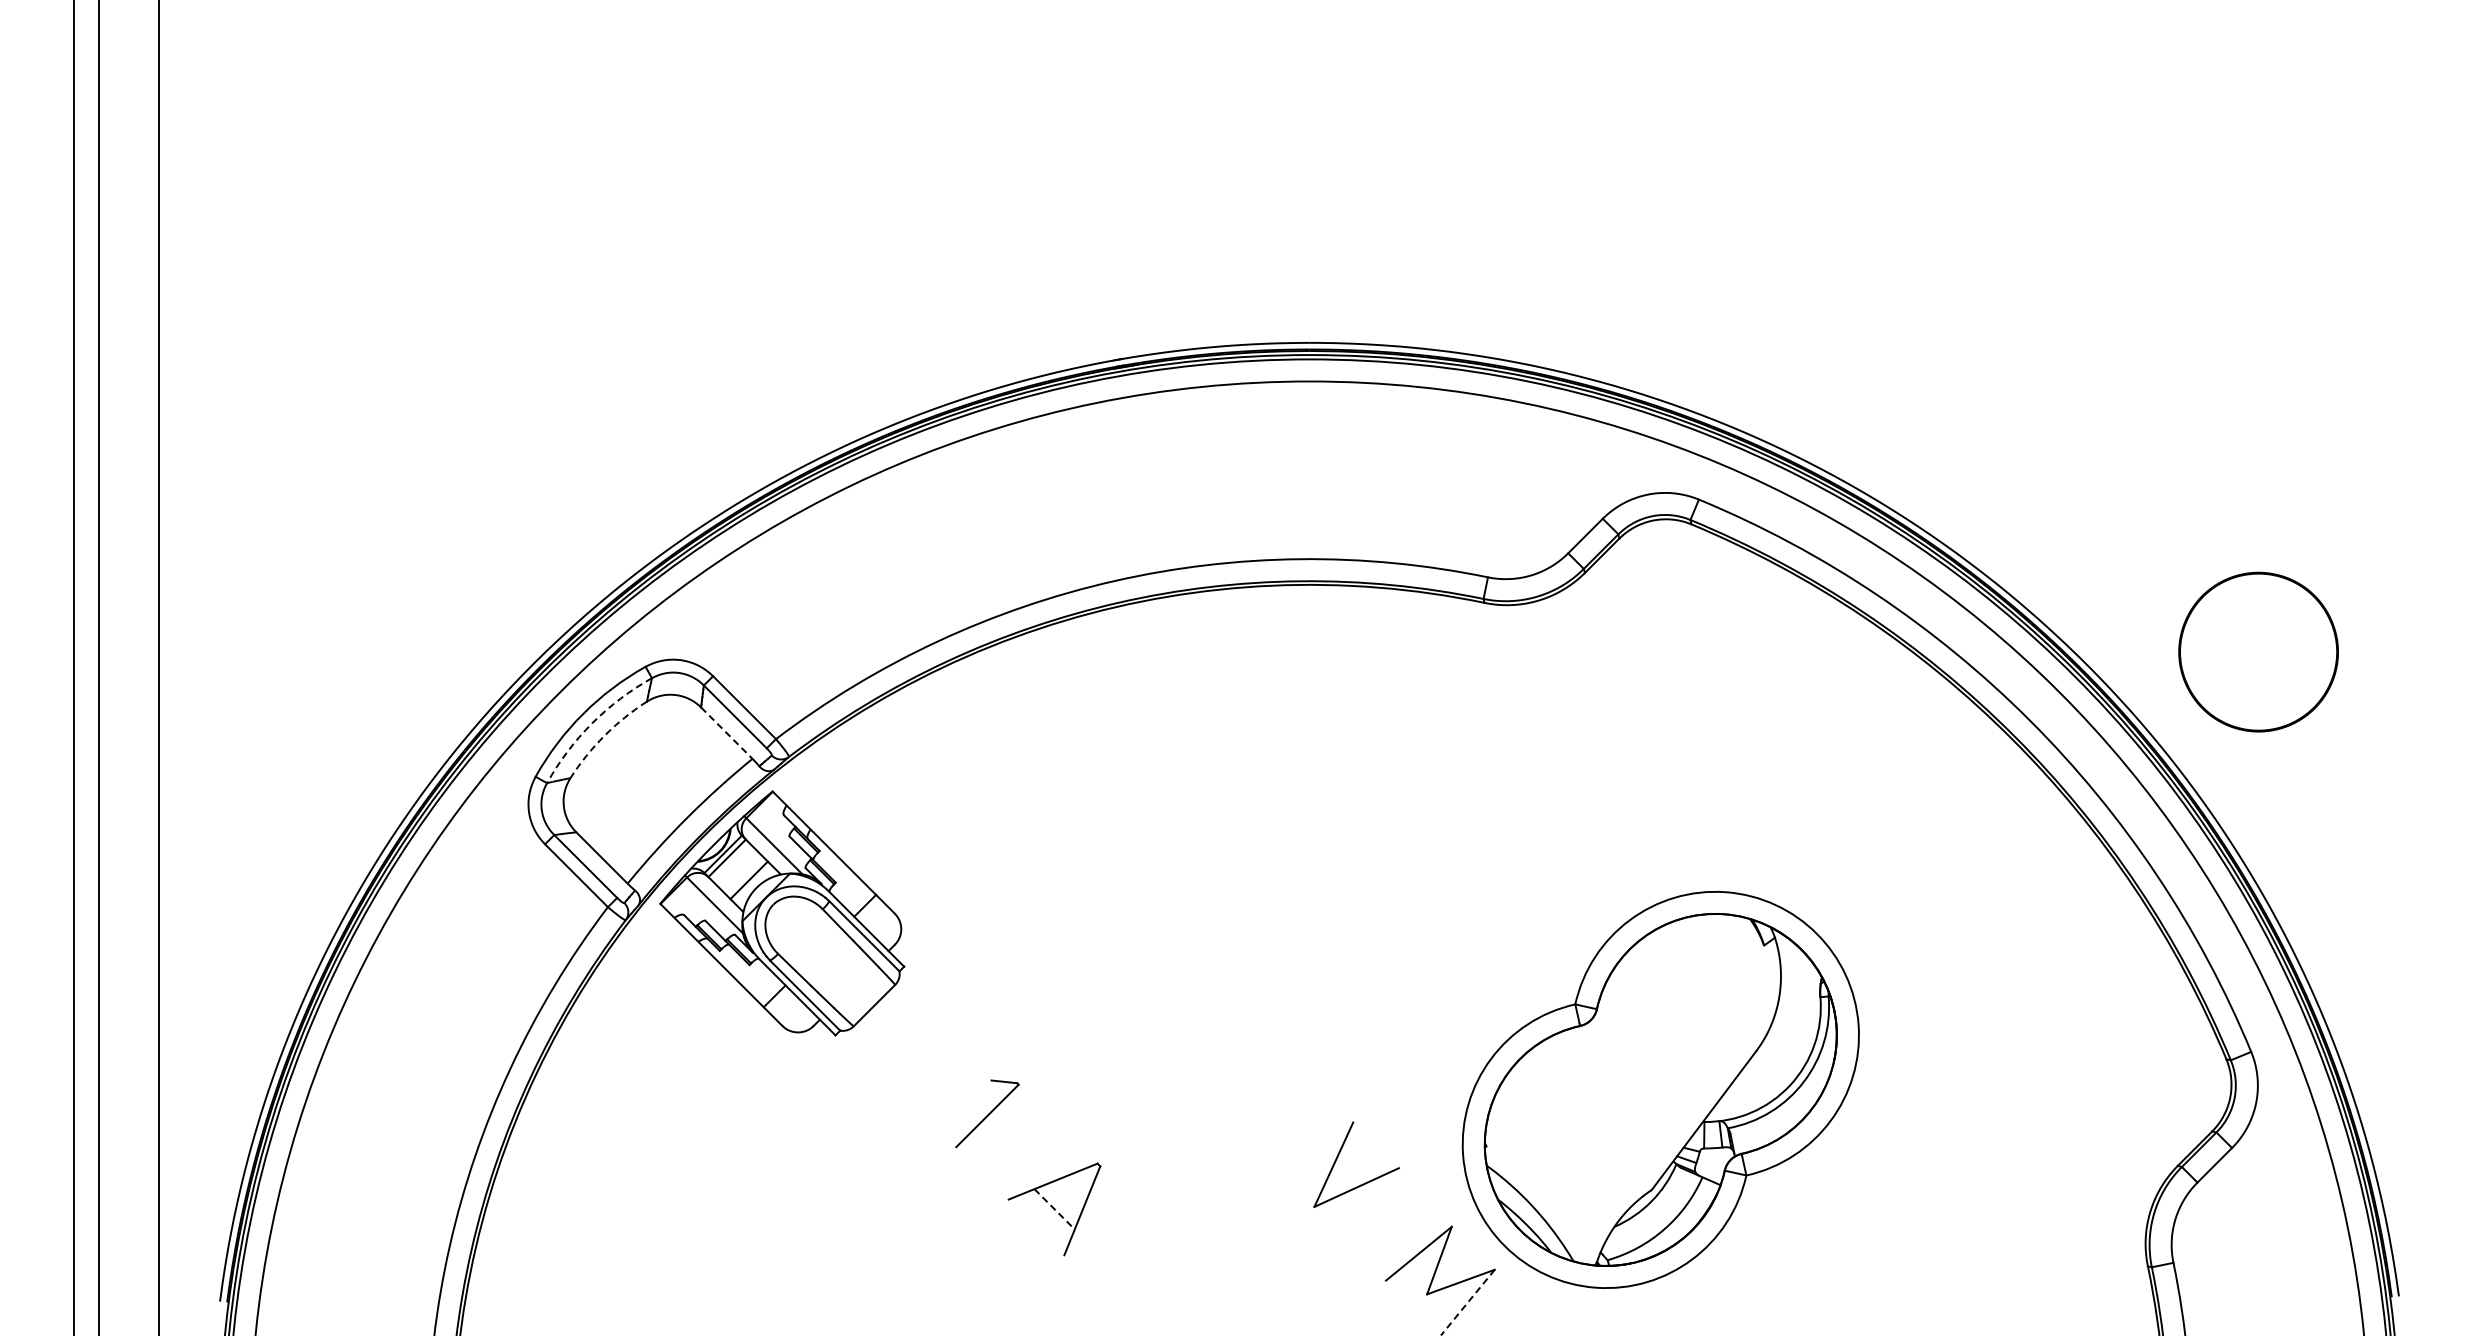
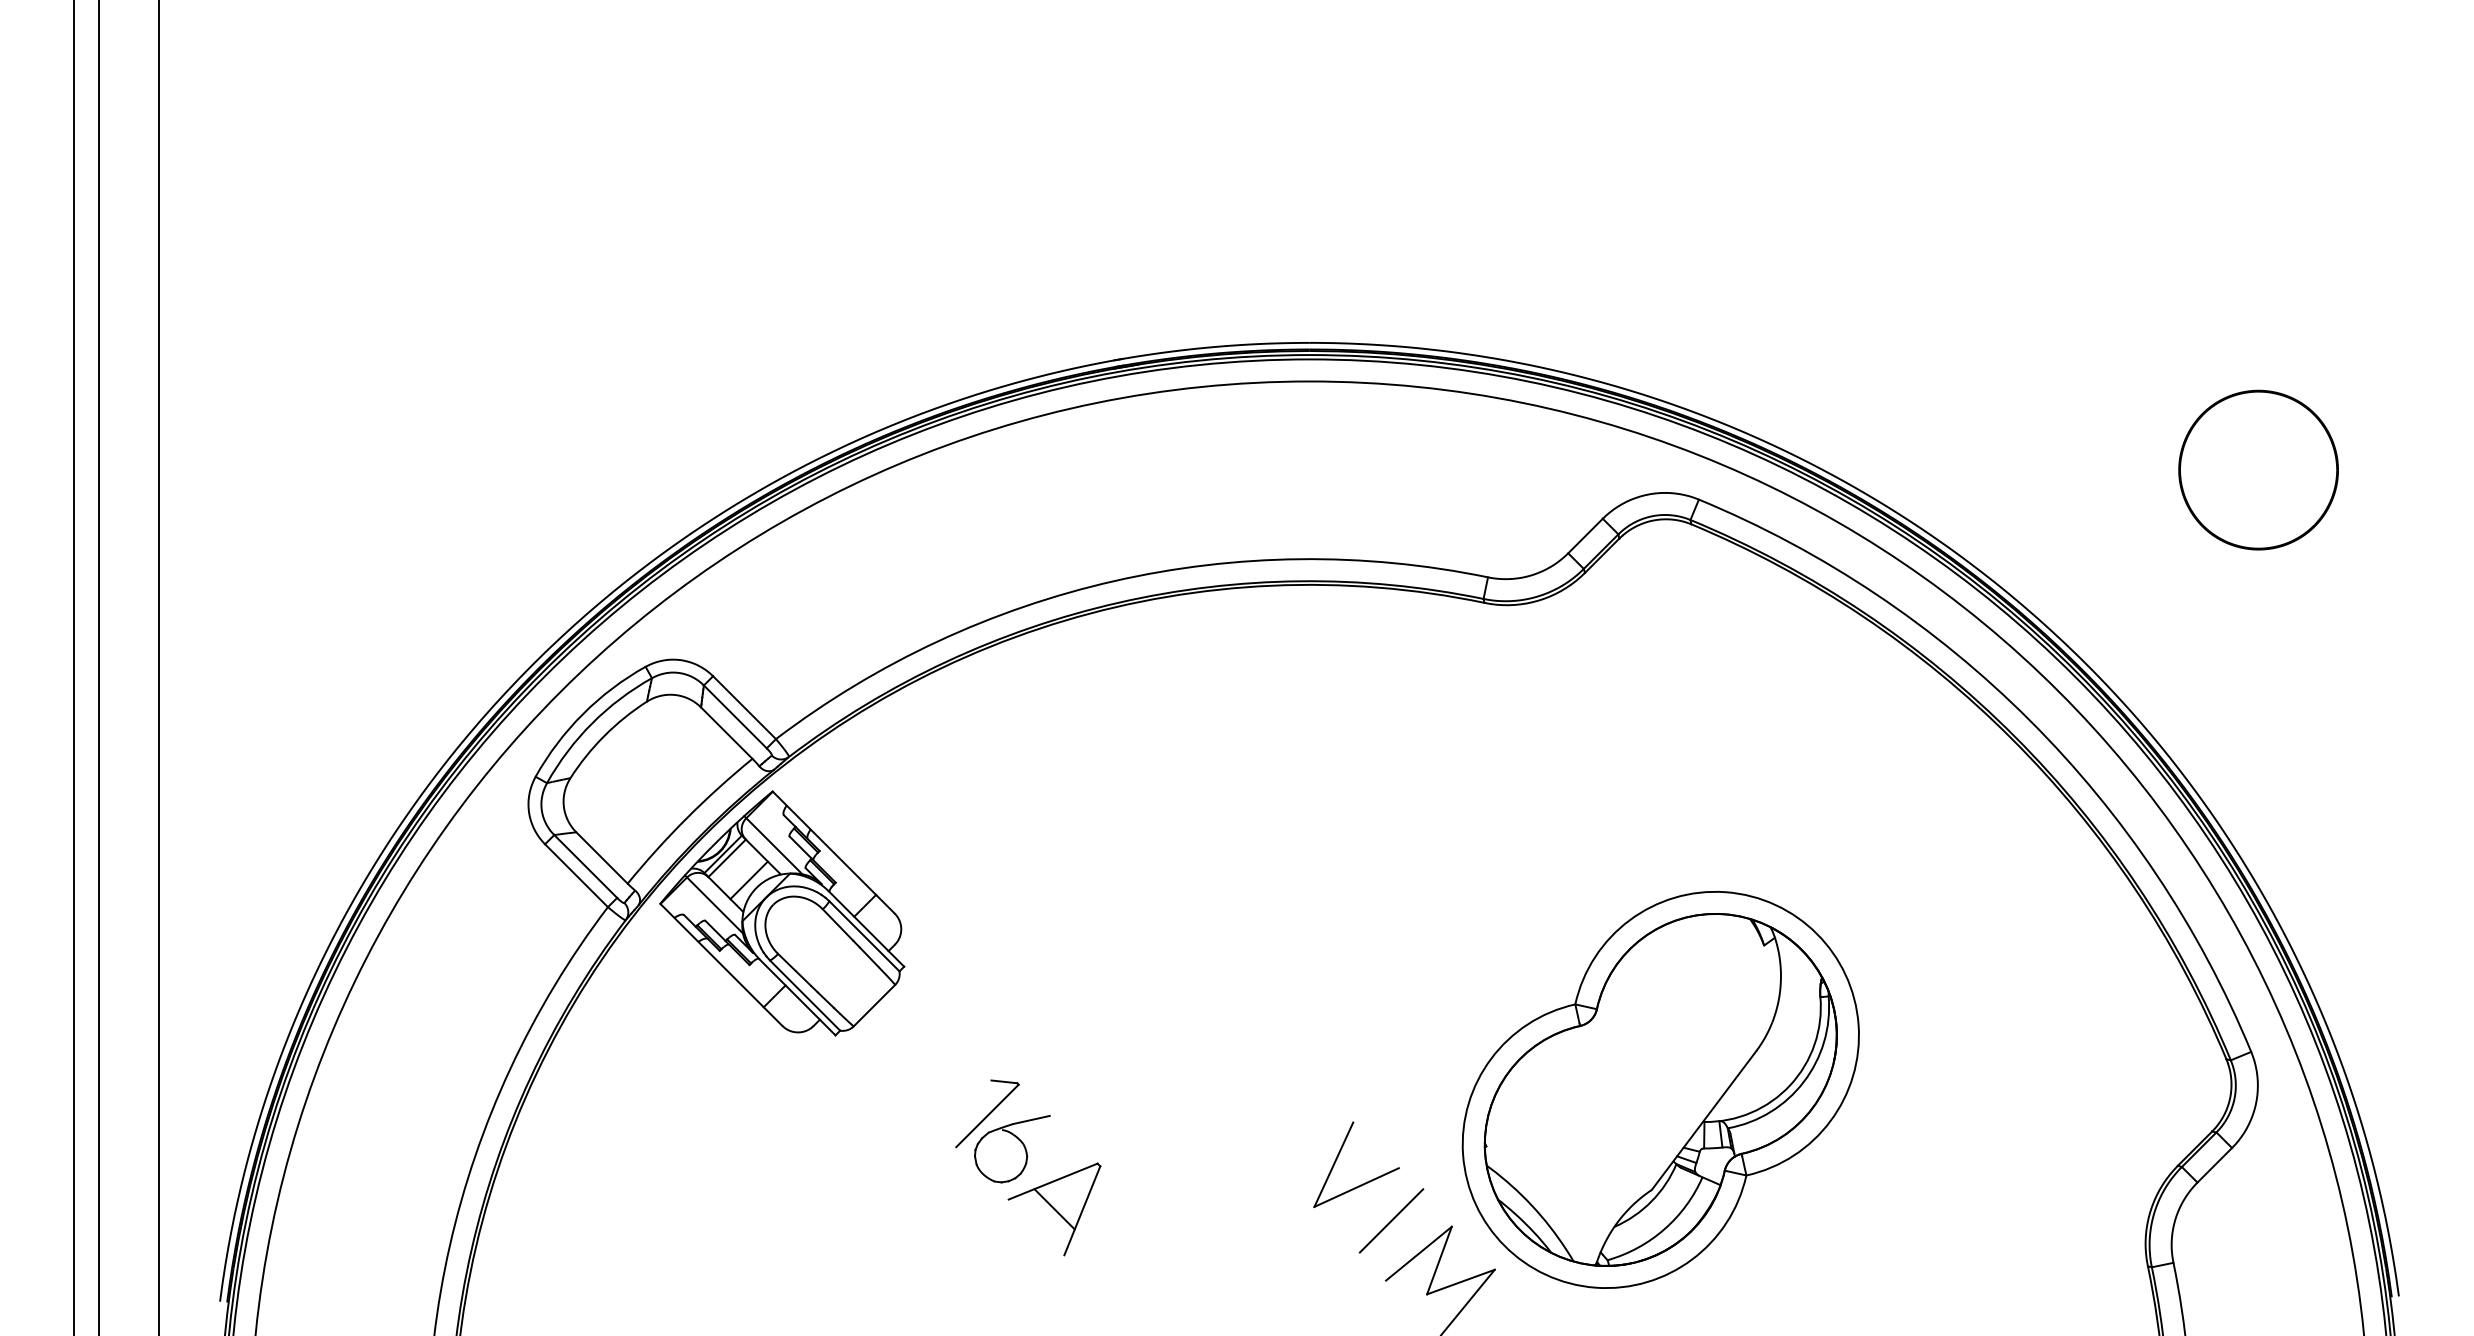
part at (2258, 651) position: (2258, 651) -> (2258, 469)
arc at (592, 723): dashed -> solid
line at (727, 733): dashed -> solid
arc at (604, 735): dashed -> solid
part at (1012, 1149): none -> present
line at (1054, 1209): dashed -> solid
line at (1391, 1220): none -> present
line at (1467, 1303): dashed -> solid
